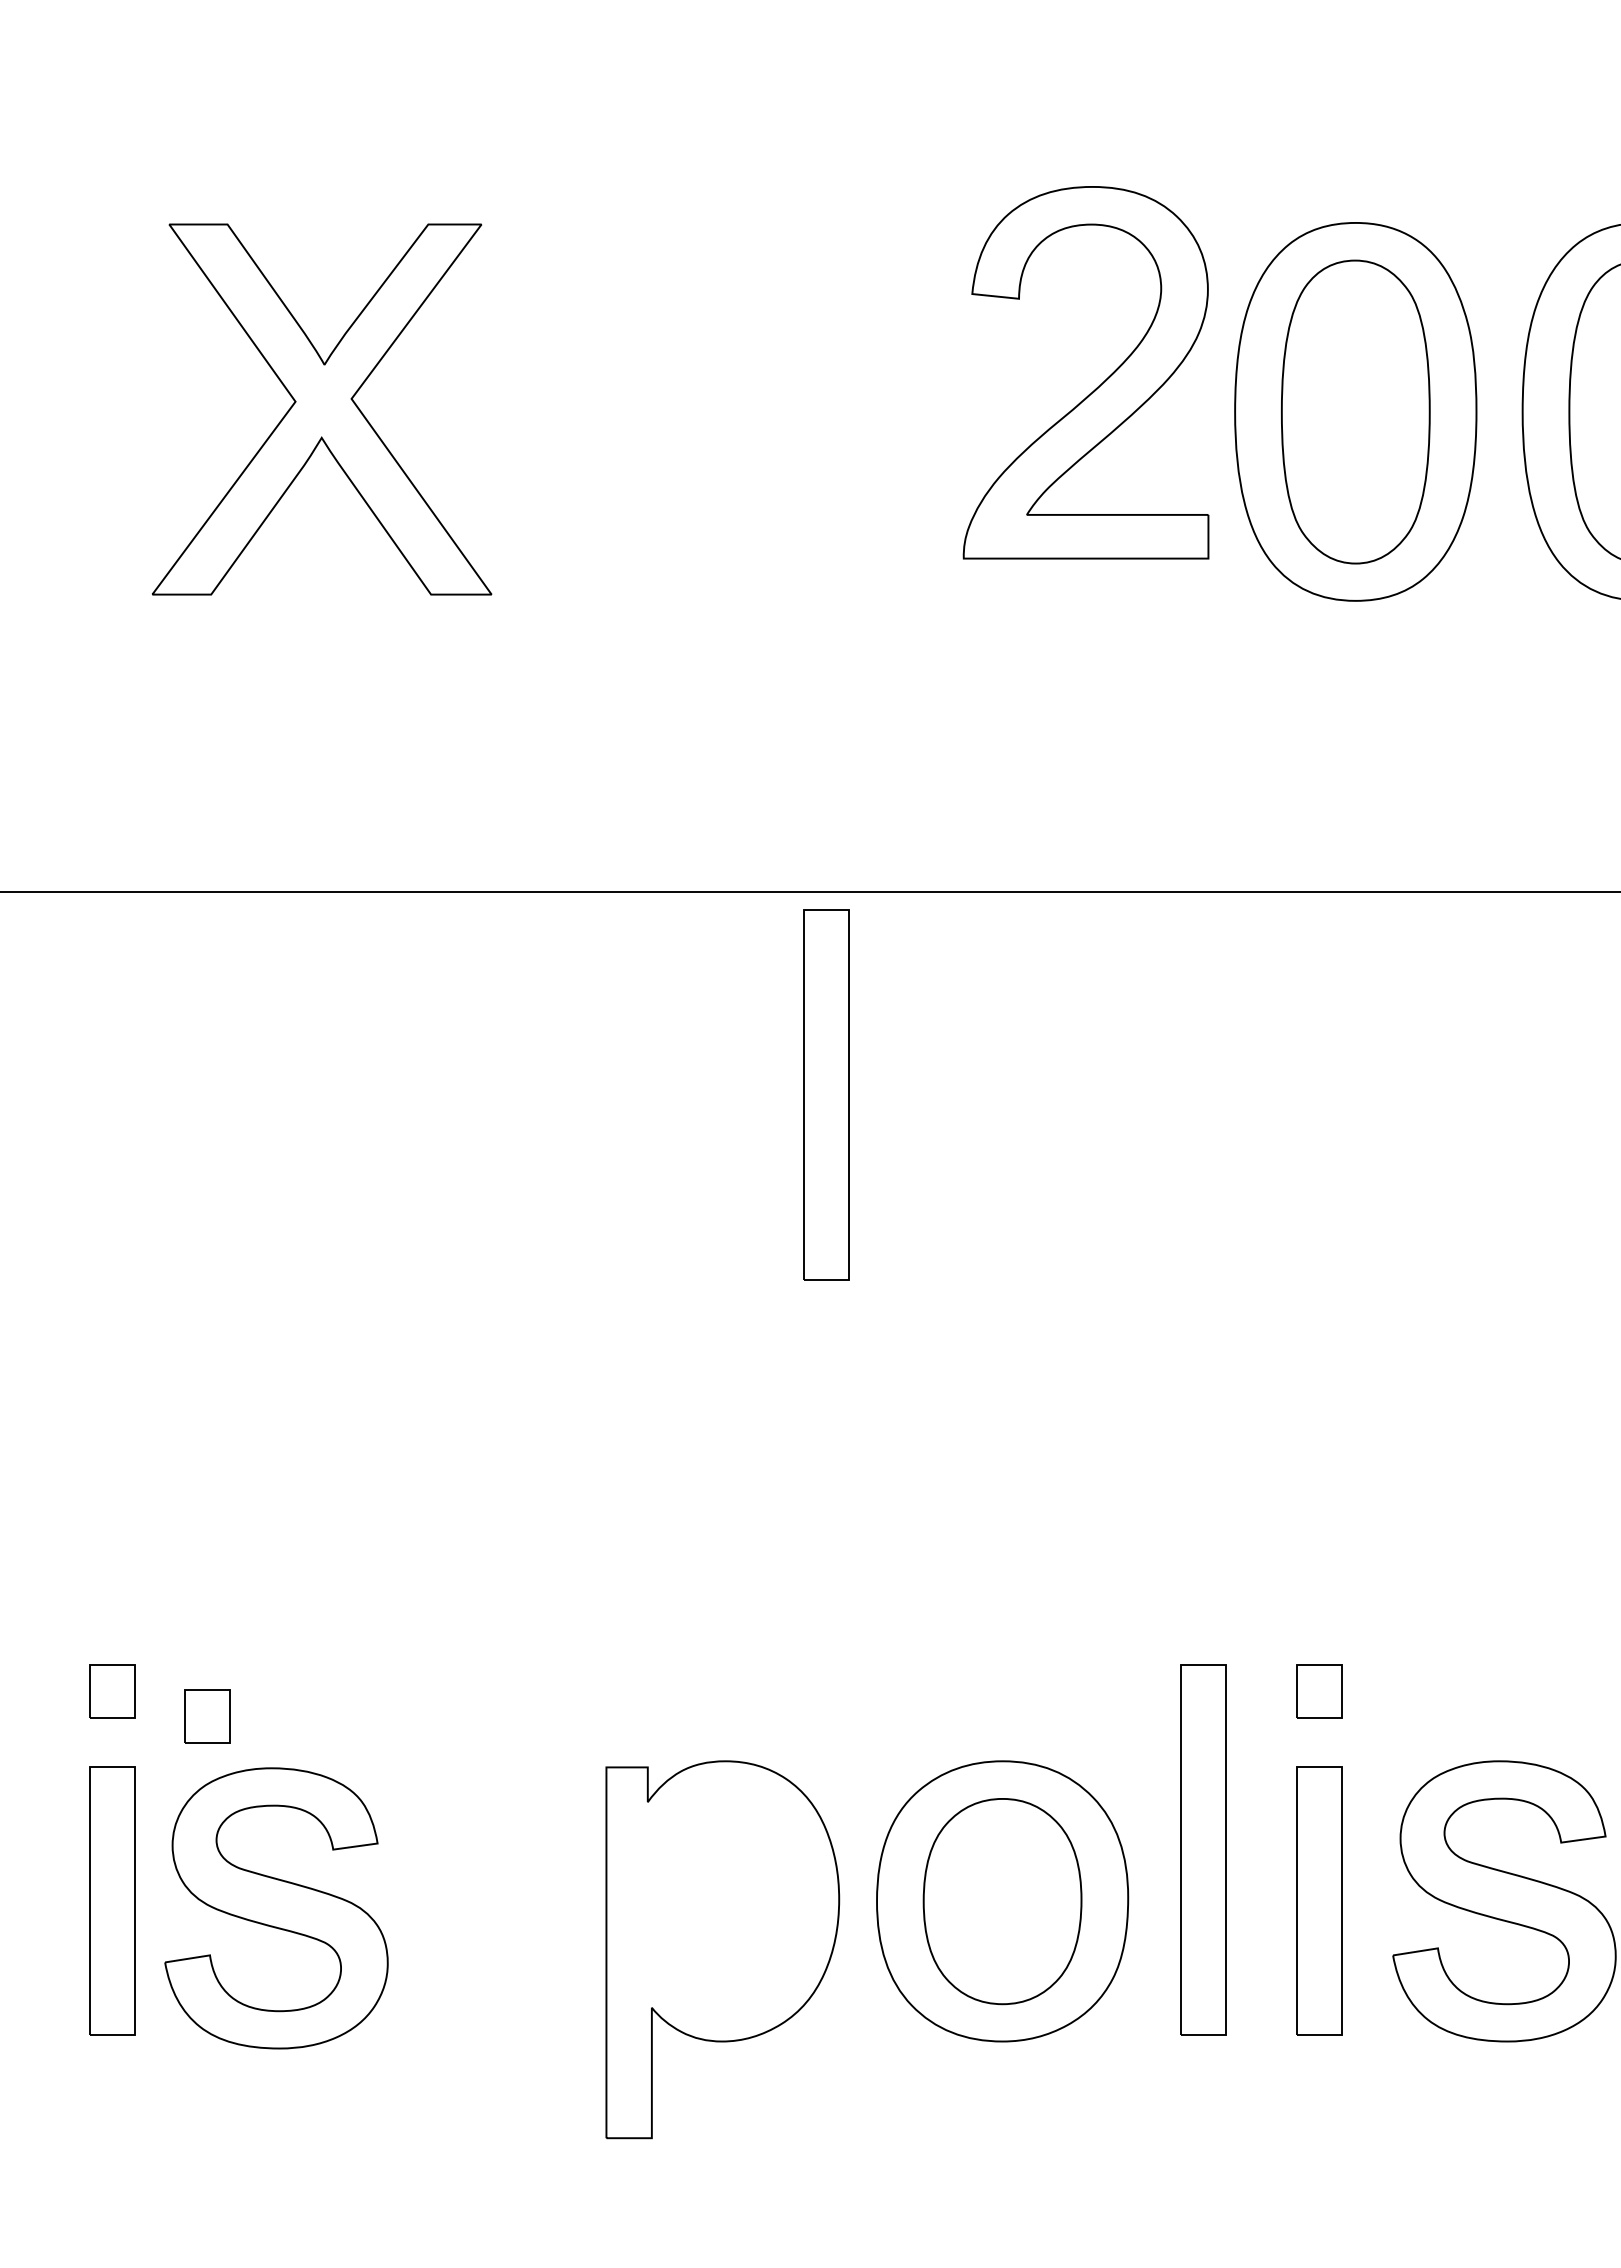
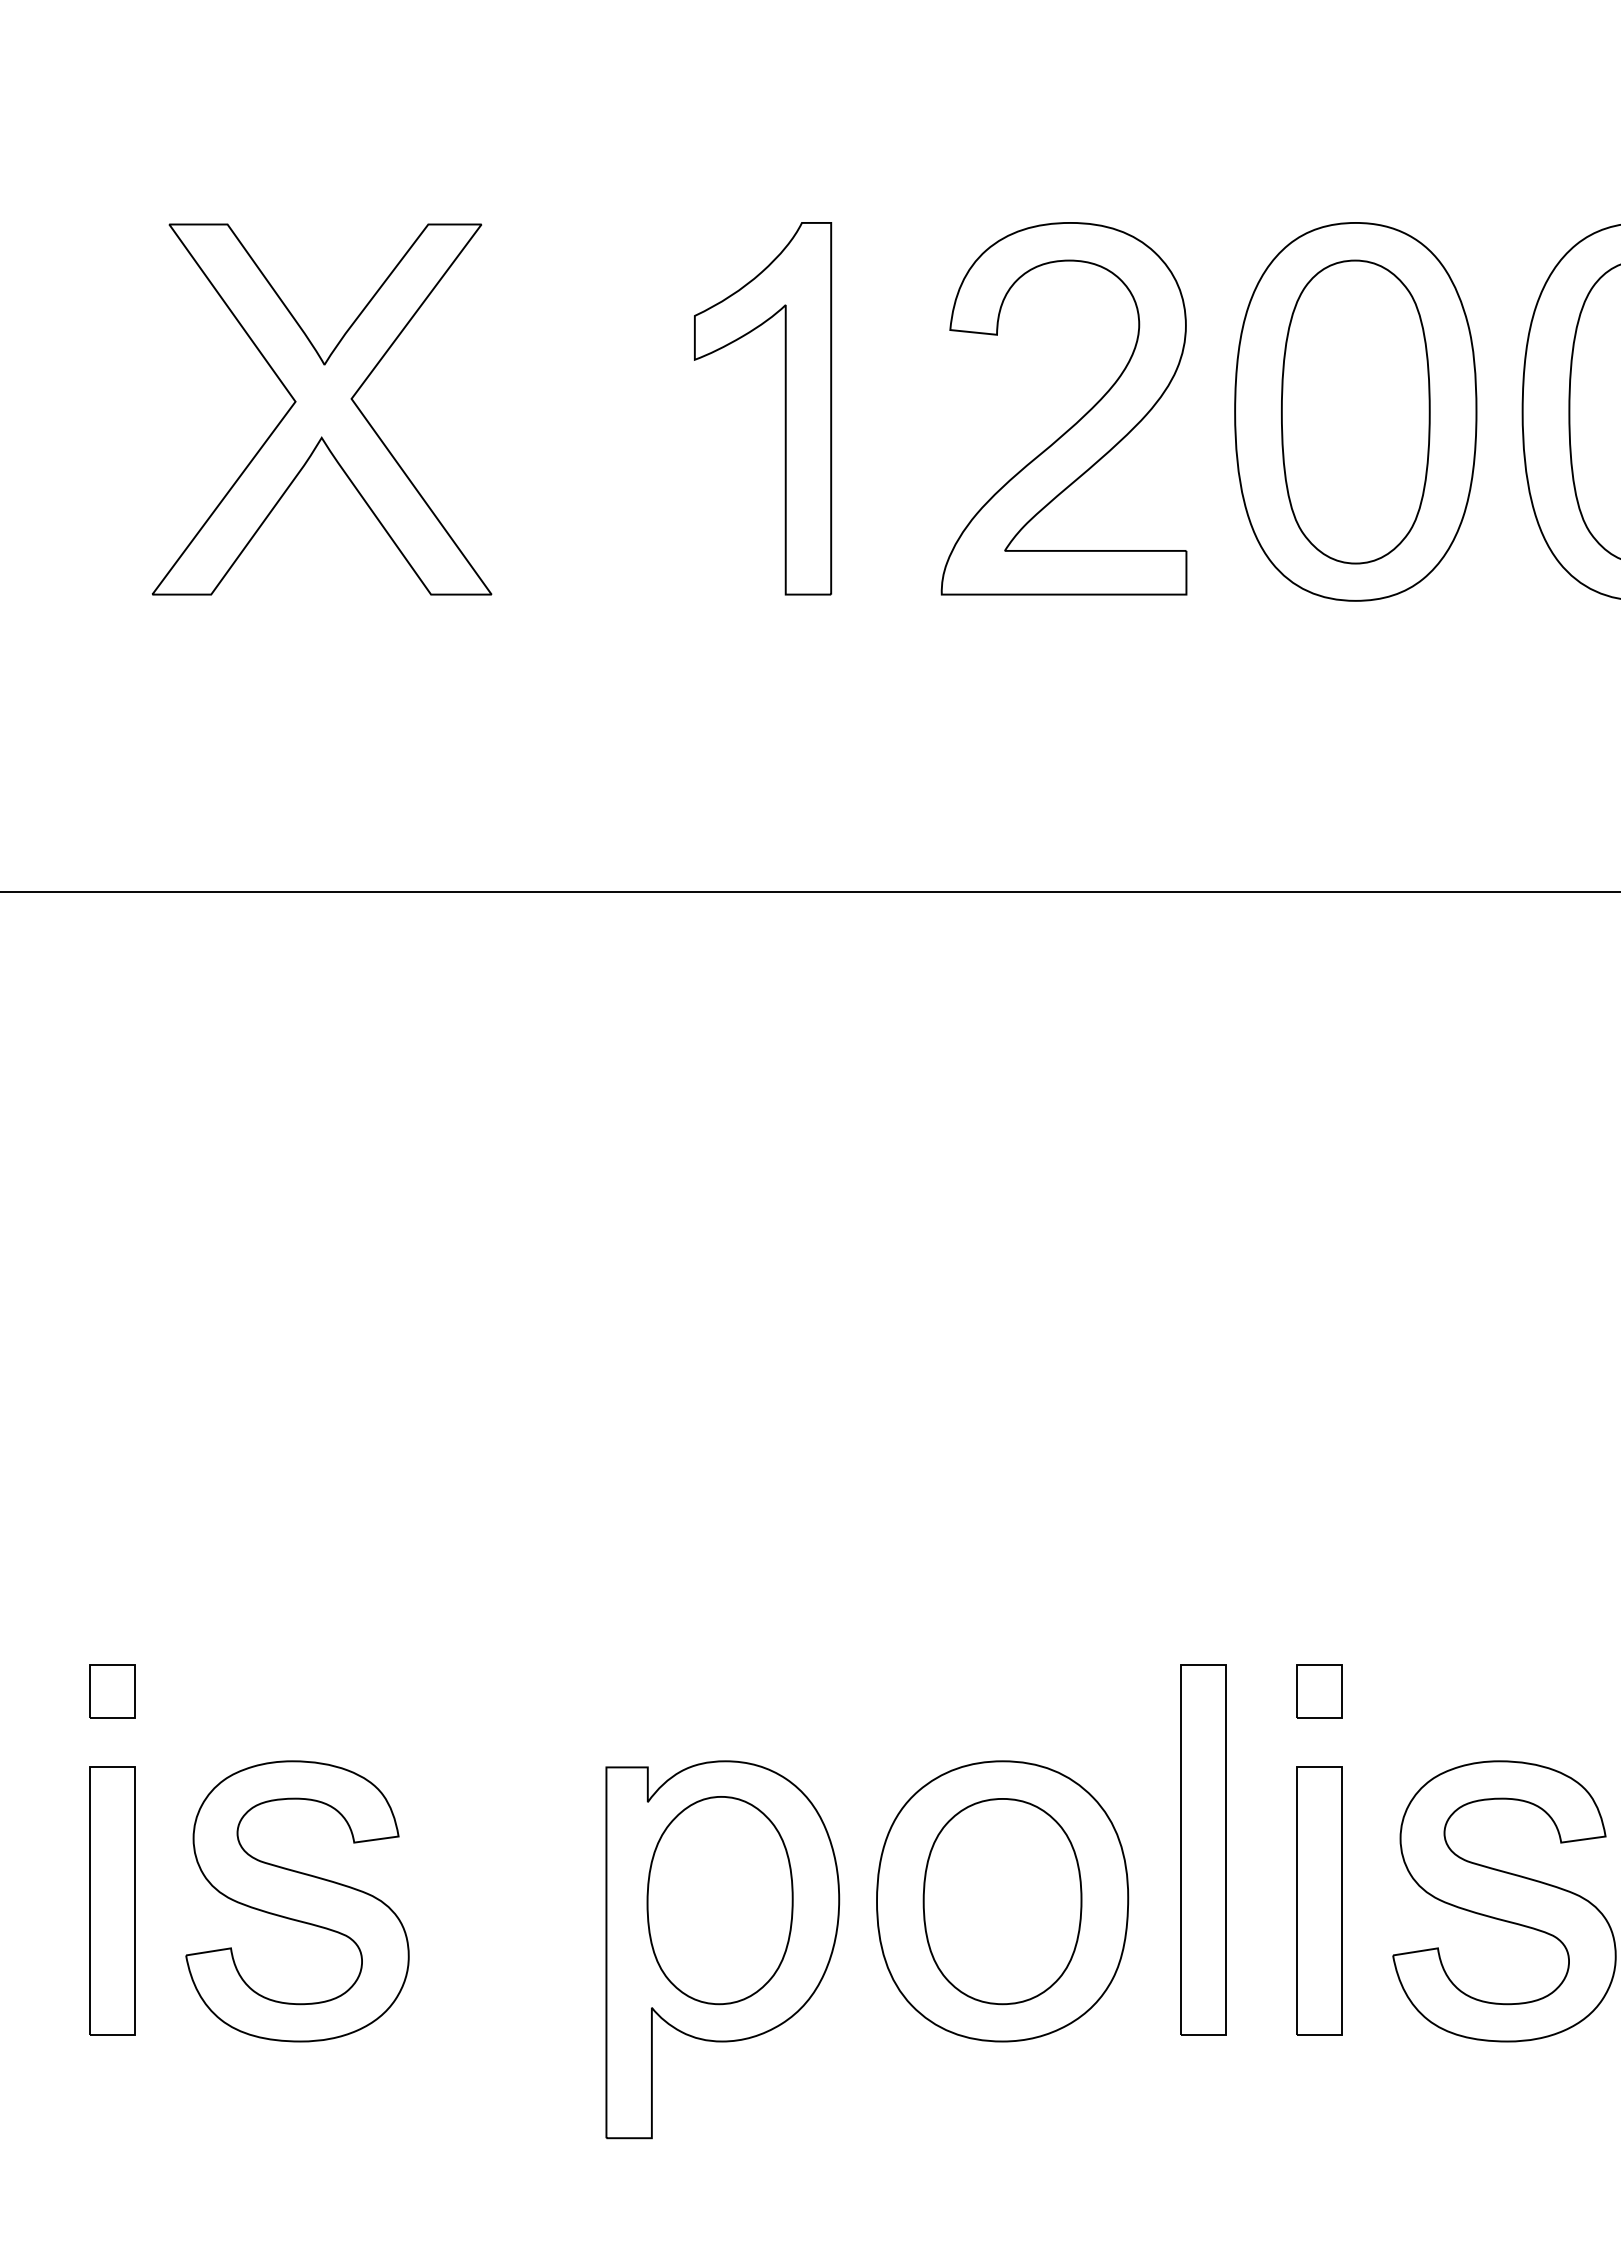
part at (1097, 386) position: (1097, 386) -> (1075, 422)
part at (784, 408): none -> present
part at (826, 1094): present -> none
part at (207, 1716): present -> none
part at (719, 1900): none -> present
part at (276, 1908) position: (276, 1908) -> (297, 1901)
